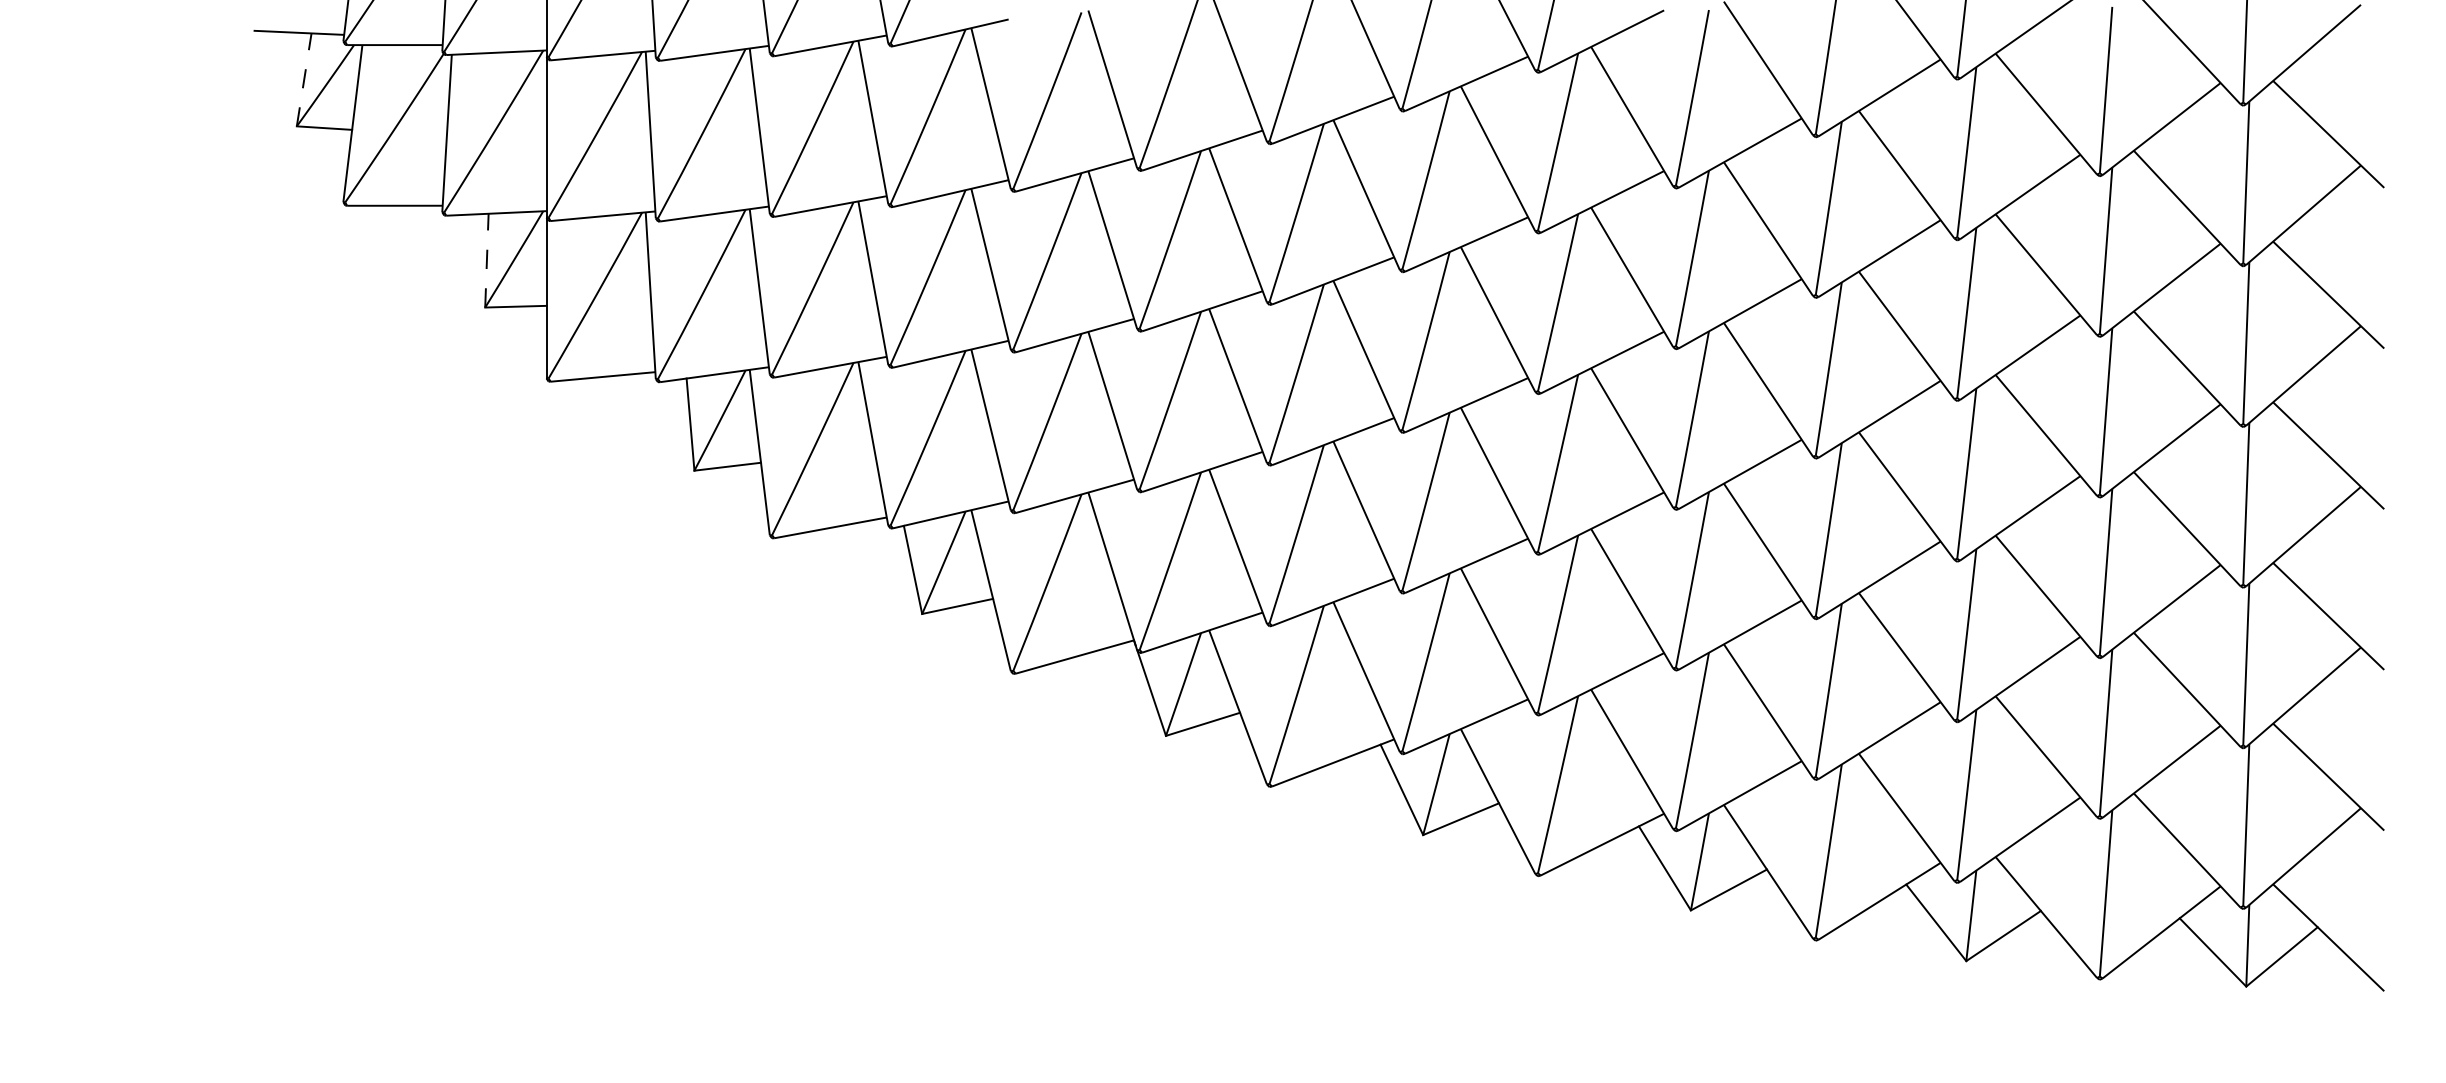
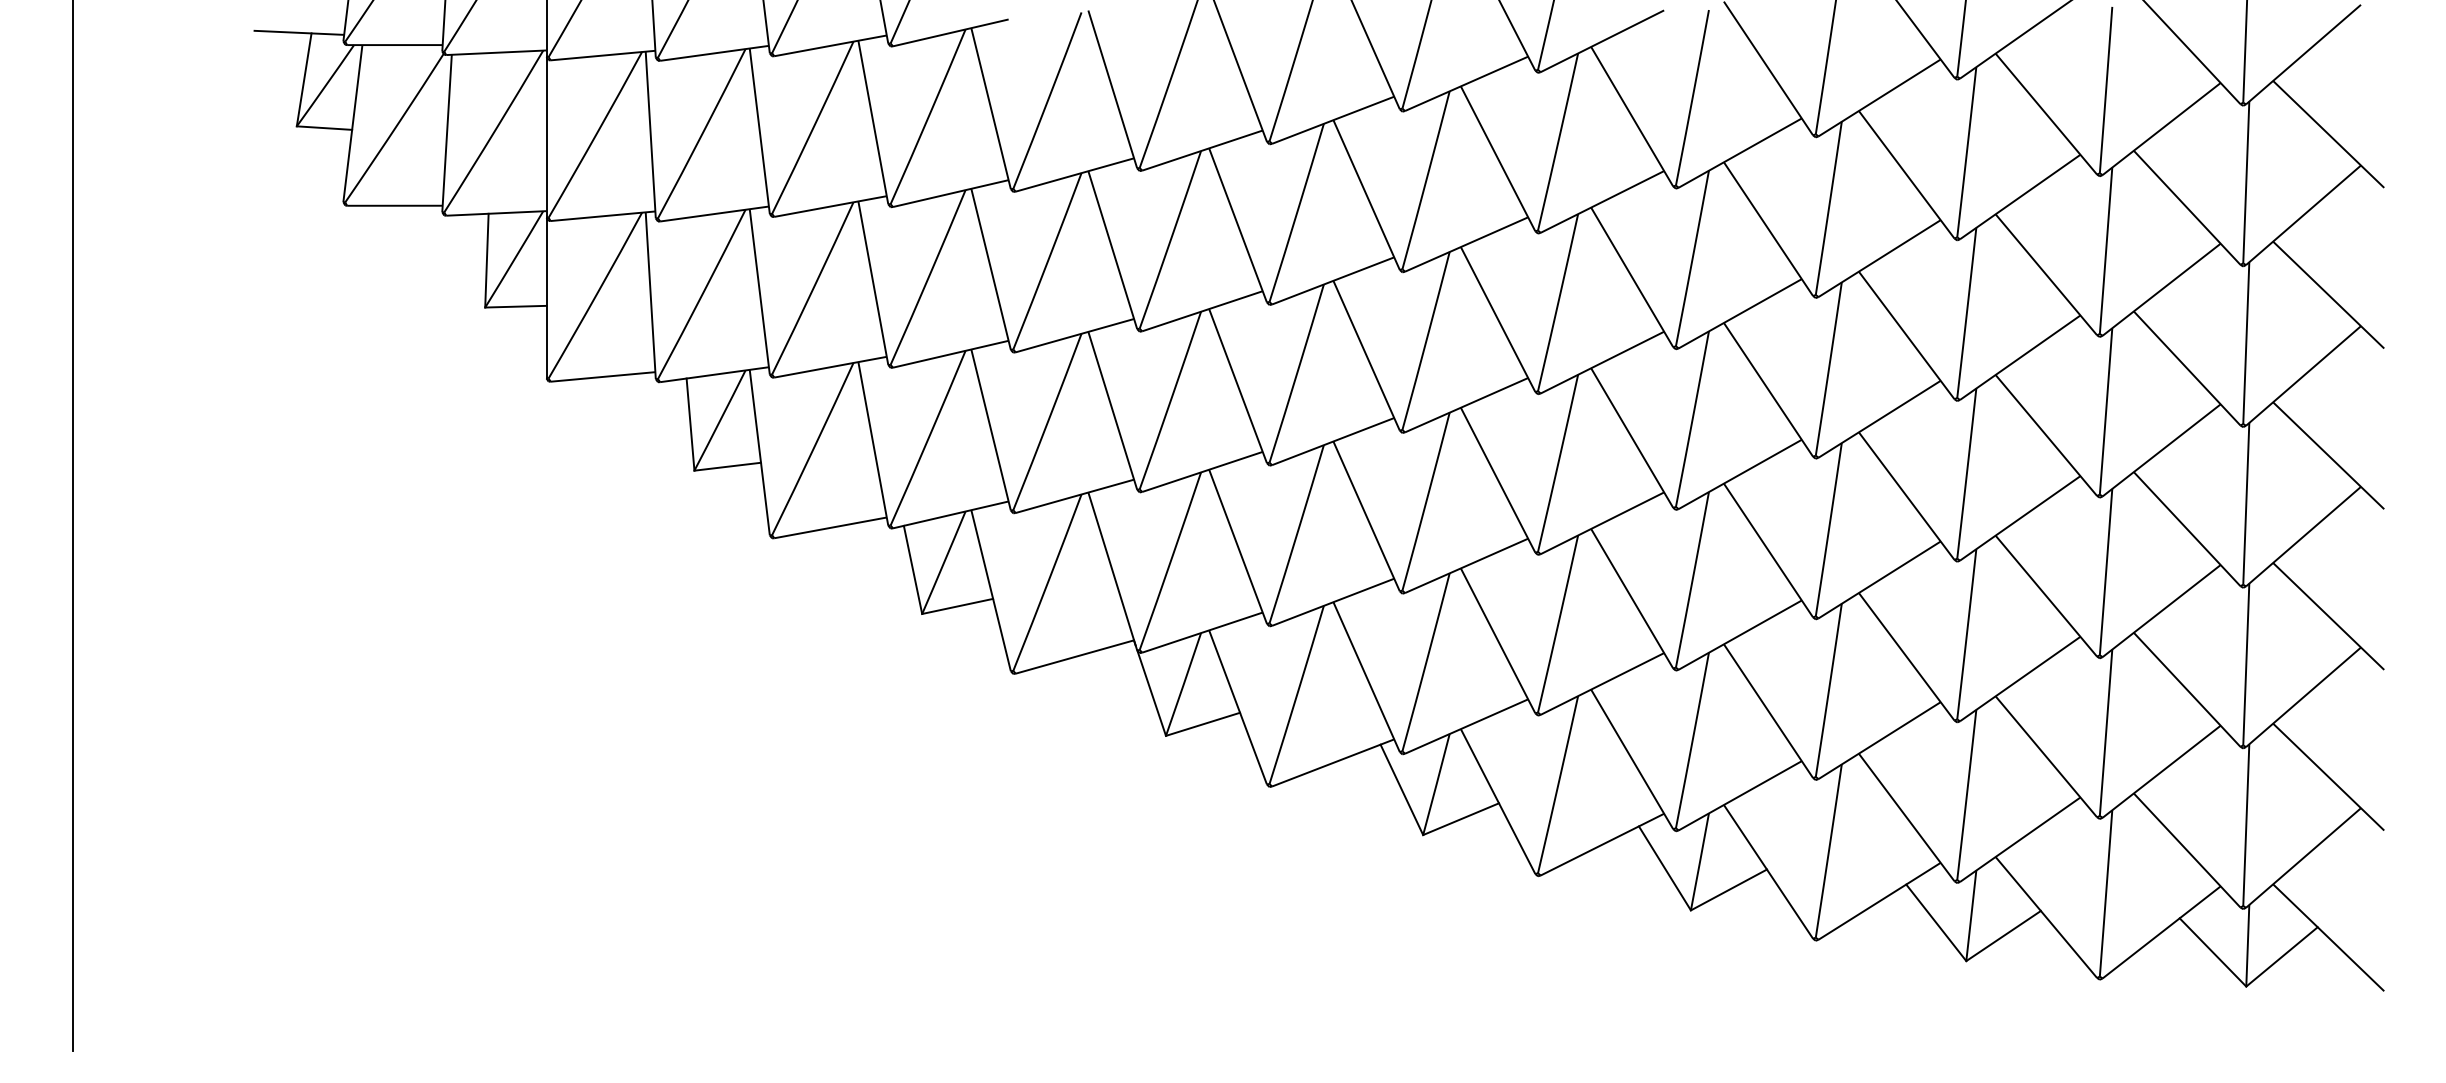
line at (304, 79): dashed -> solid
line at (486, 260): dashed -> solid
line at (73, 526): none -> present
